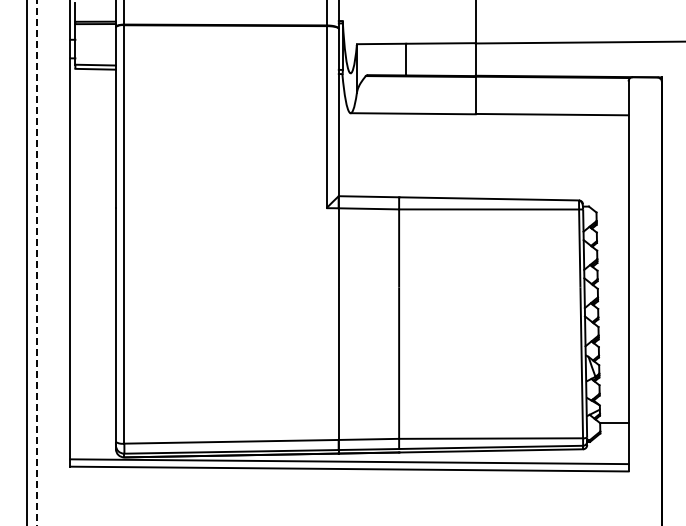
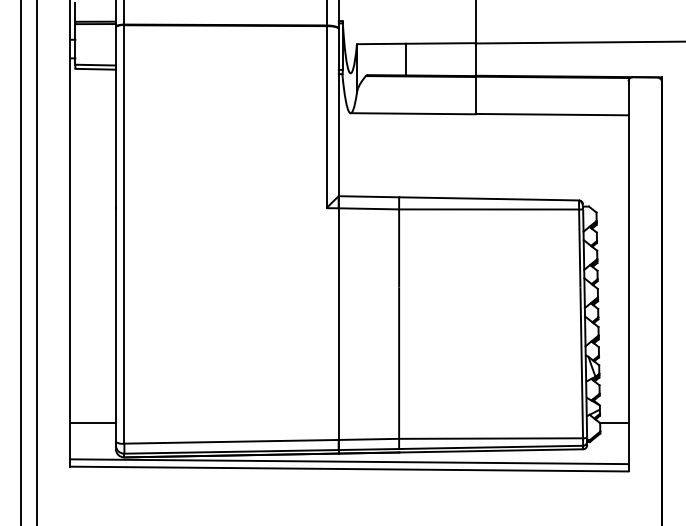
line at (26, 262) position: (26, 262) -> (20, 262)
line at (37, 263): dashed -> solid
line at (92, 423): none -> present
